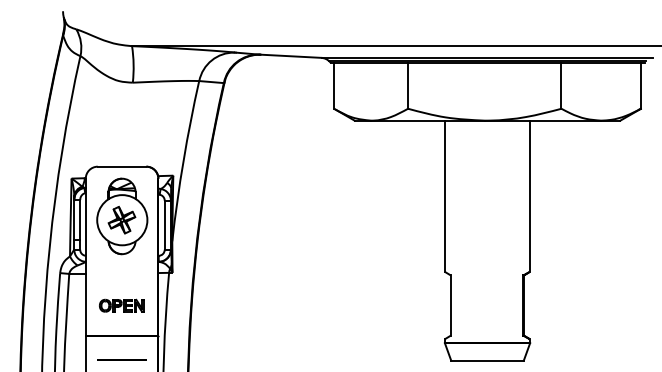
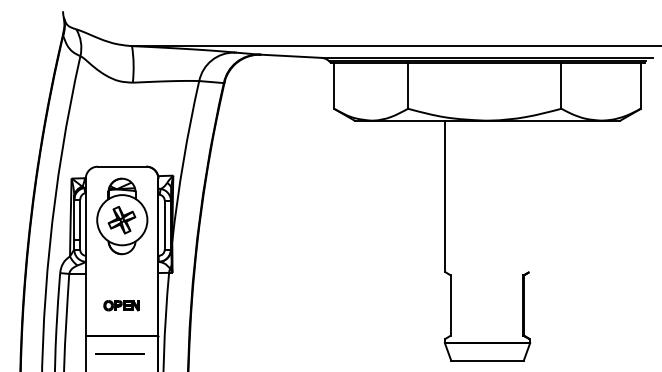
line at (530, 195): present -> none
part at (121, 305) size: 46x15 px -> 37x12 px
line at (121, 359) position: (121, 359) -> (119, 353)
